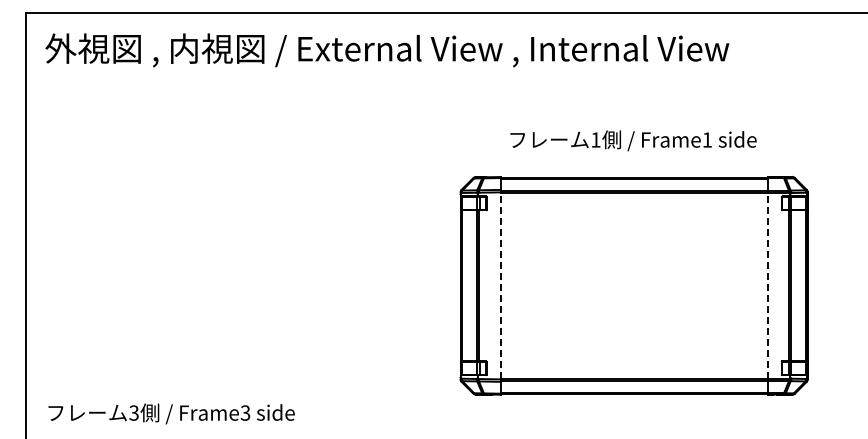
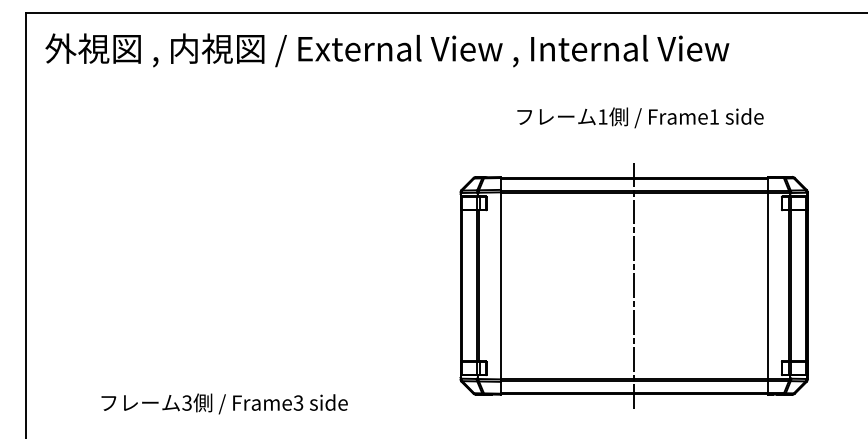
text at (633, 140) position: (633, 140) -> (640, 117)
line at (500, 285): dashed -> solid
line at (634, 285): none -> present
line at (767, 285): dashed -> solid
text at (171, 413) position: (171, 413) -> (224, 403)
